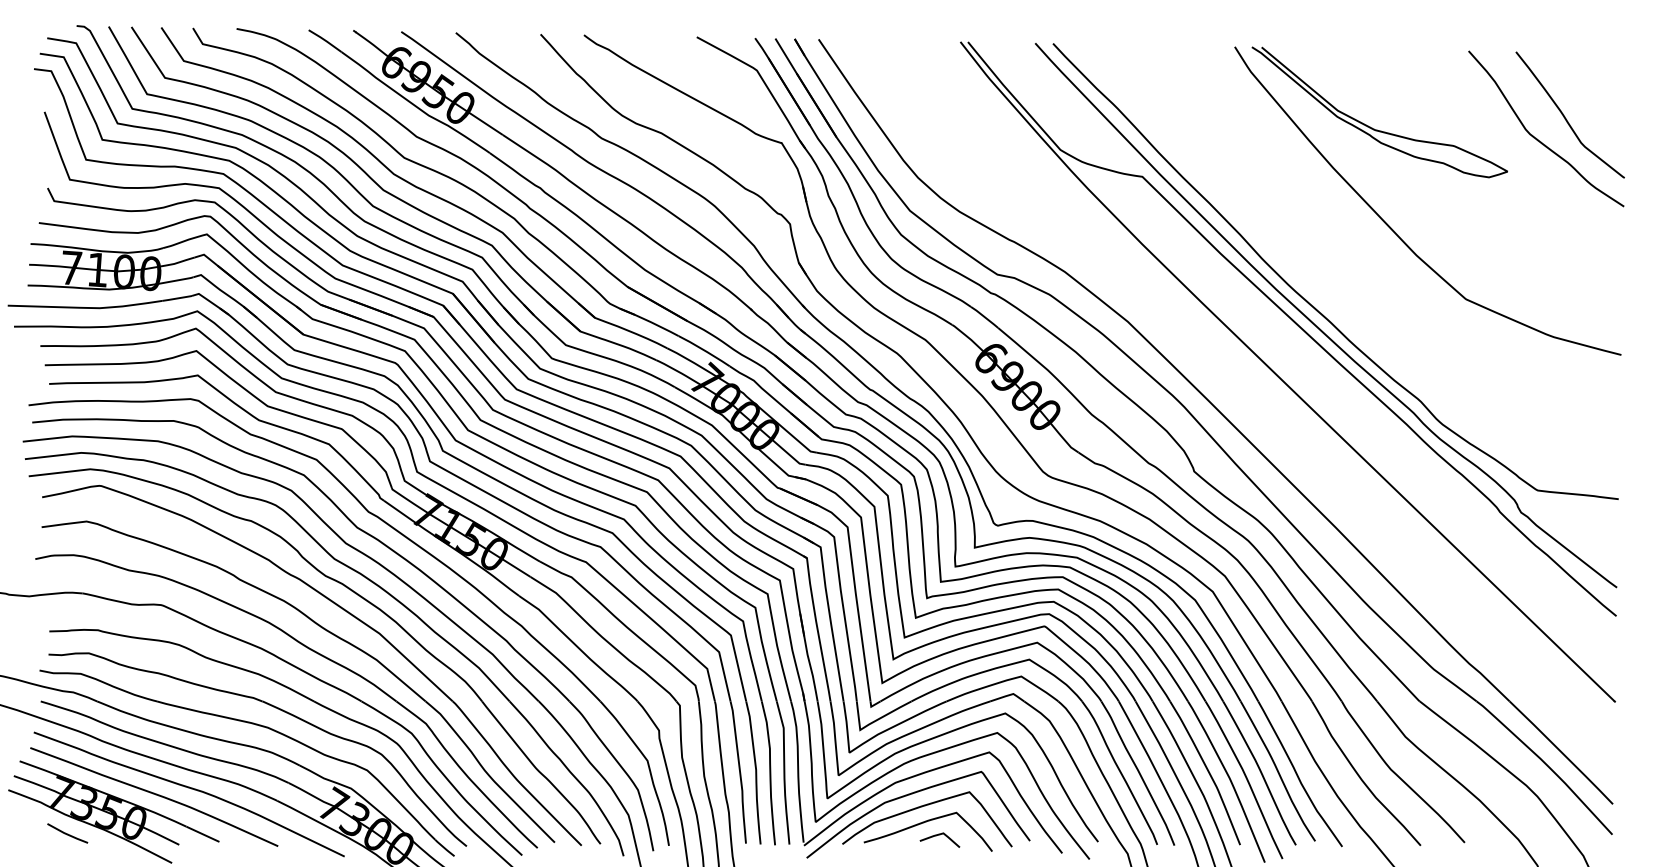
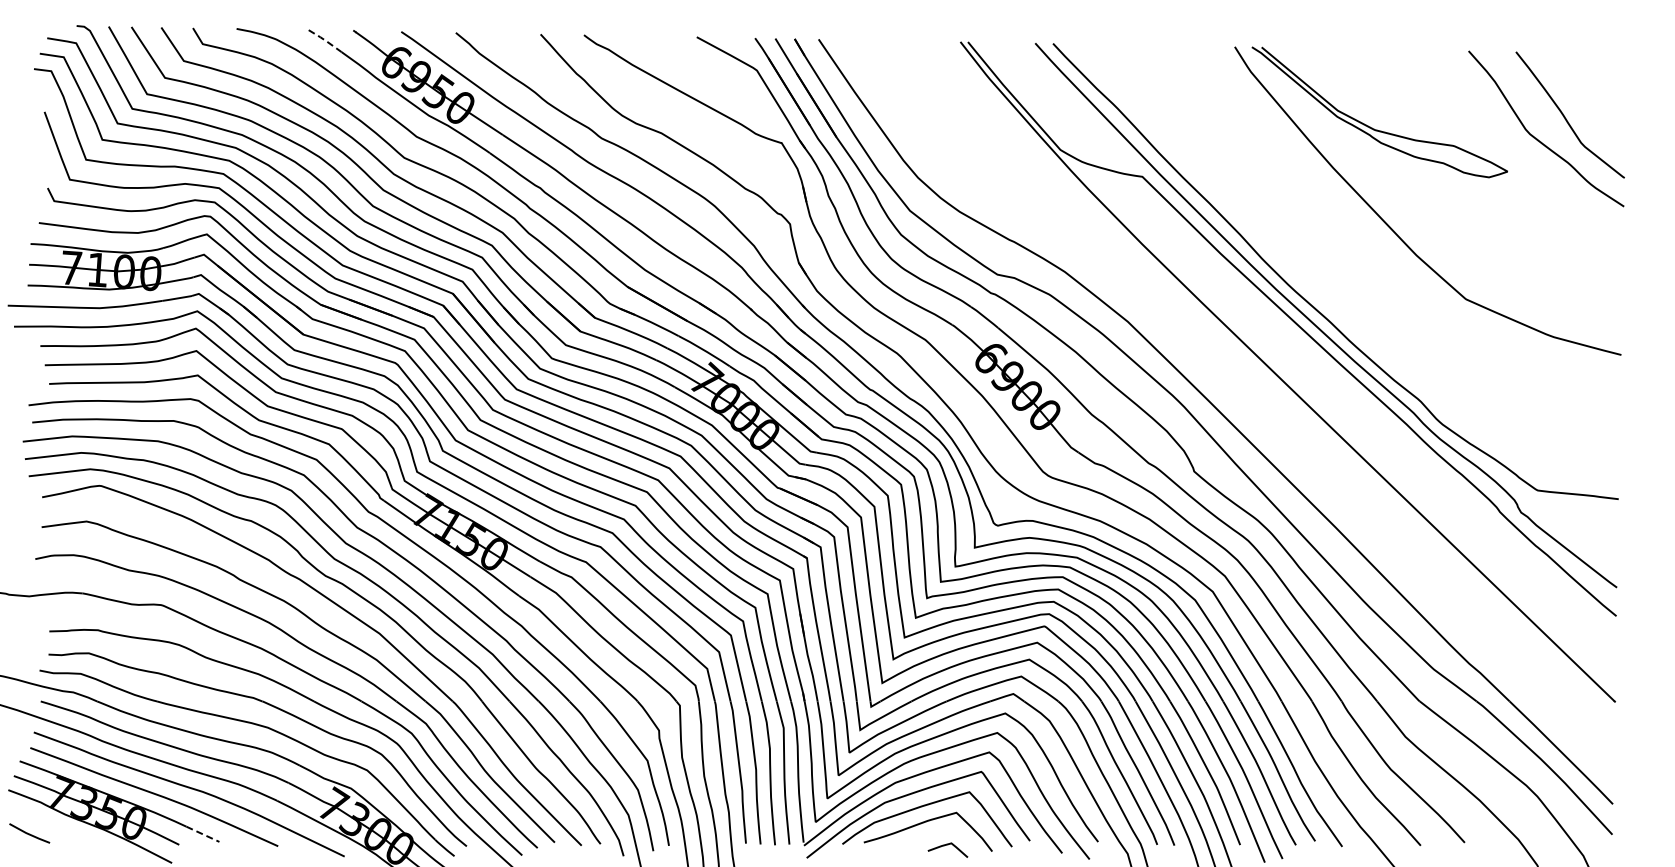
line at (325, 40): solid -> dashed
line at (67, 833) position: (67, 833) -> (29, 833)
line at (203, 834): solid -> dashed
line at (939, 835) position: (939, 835) -> (947, 845)
